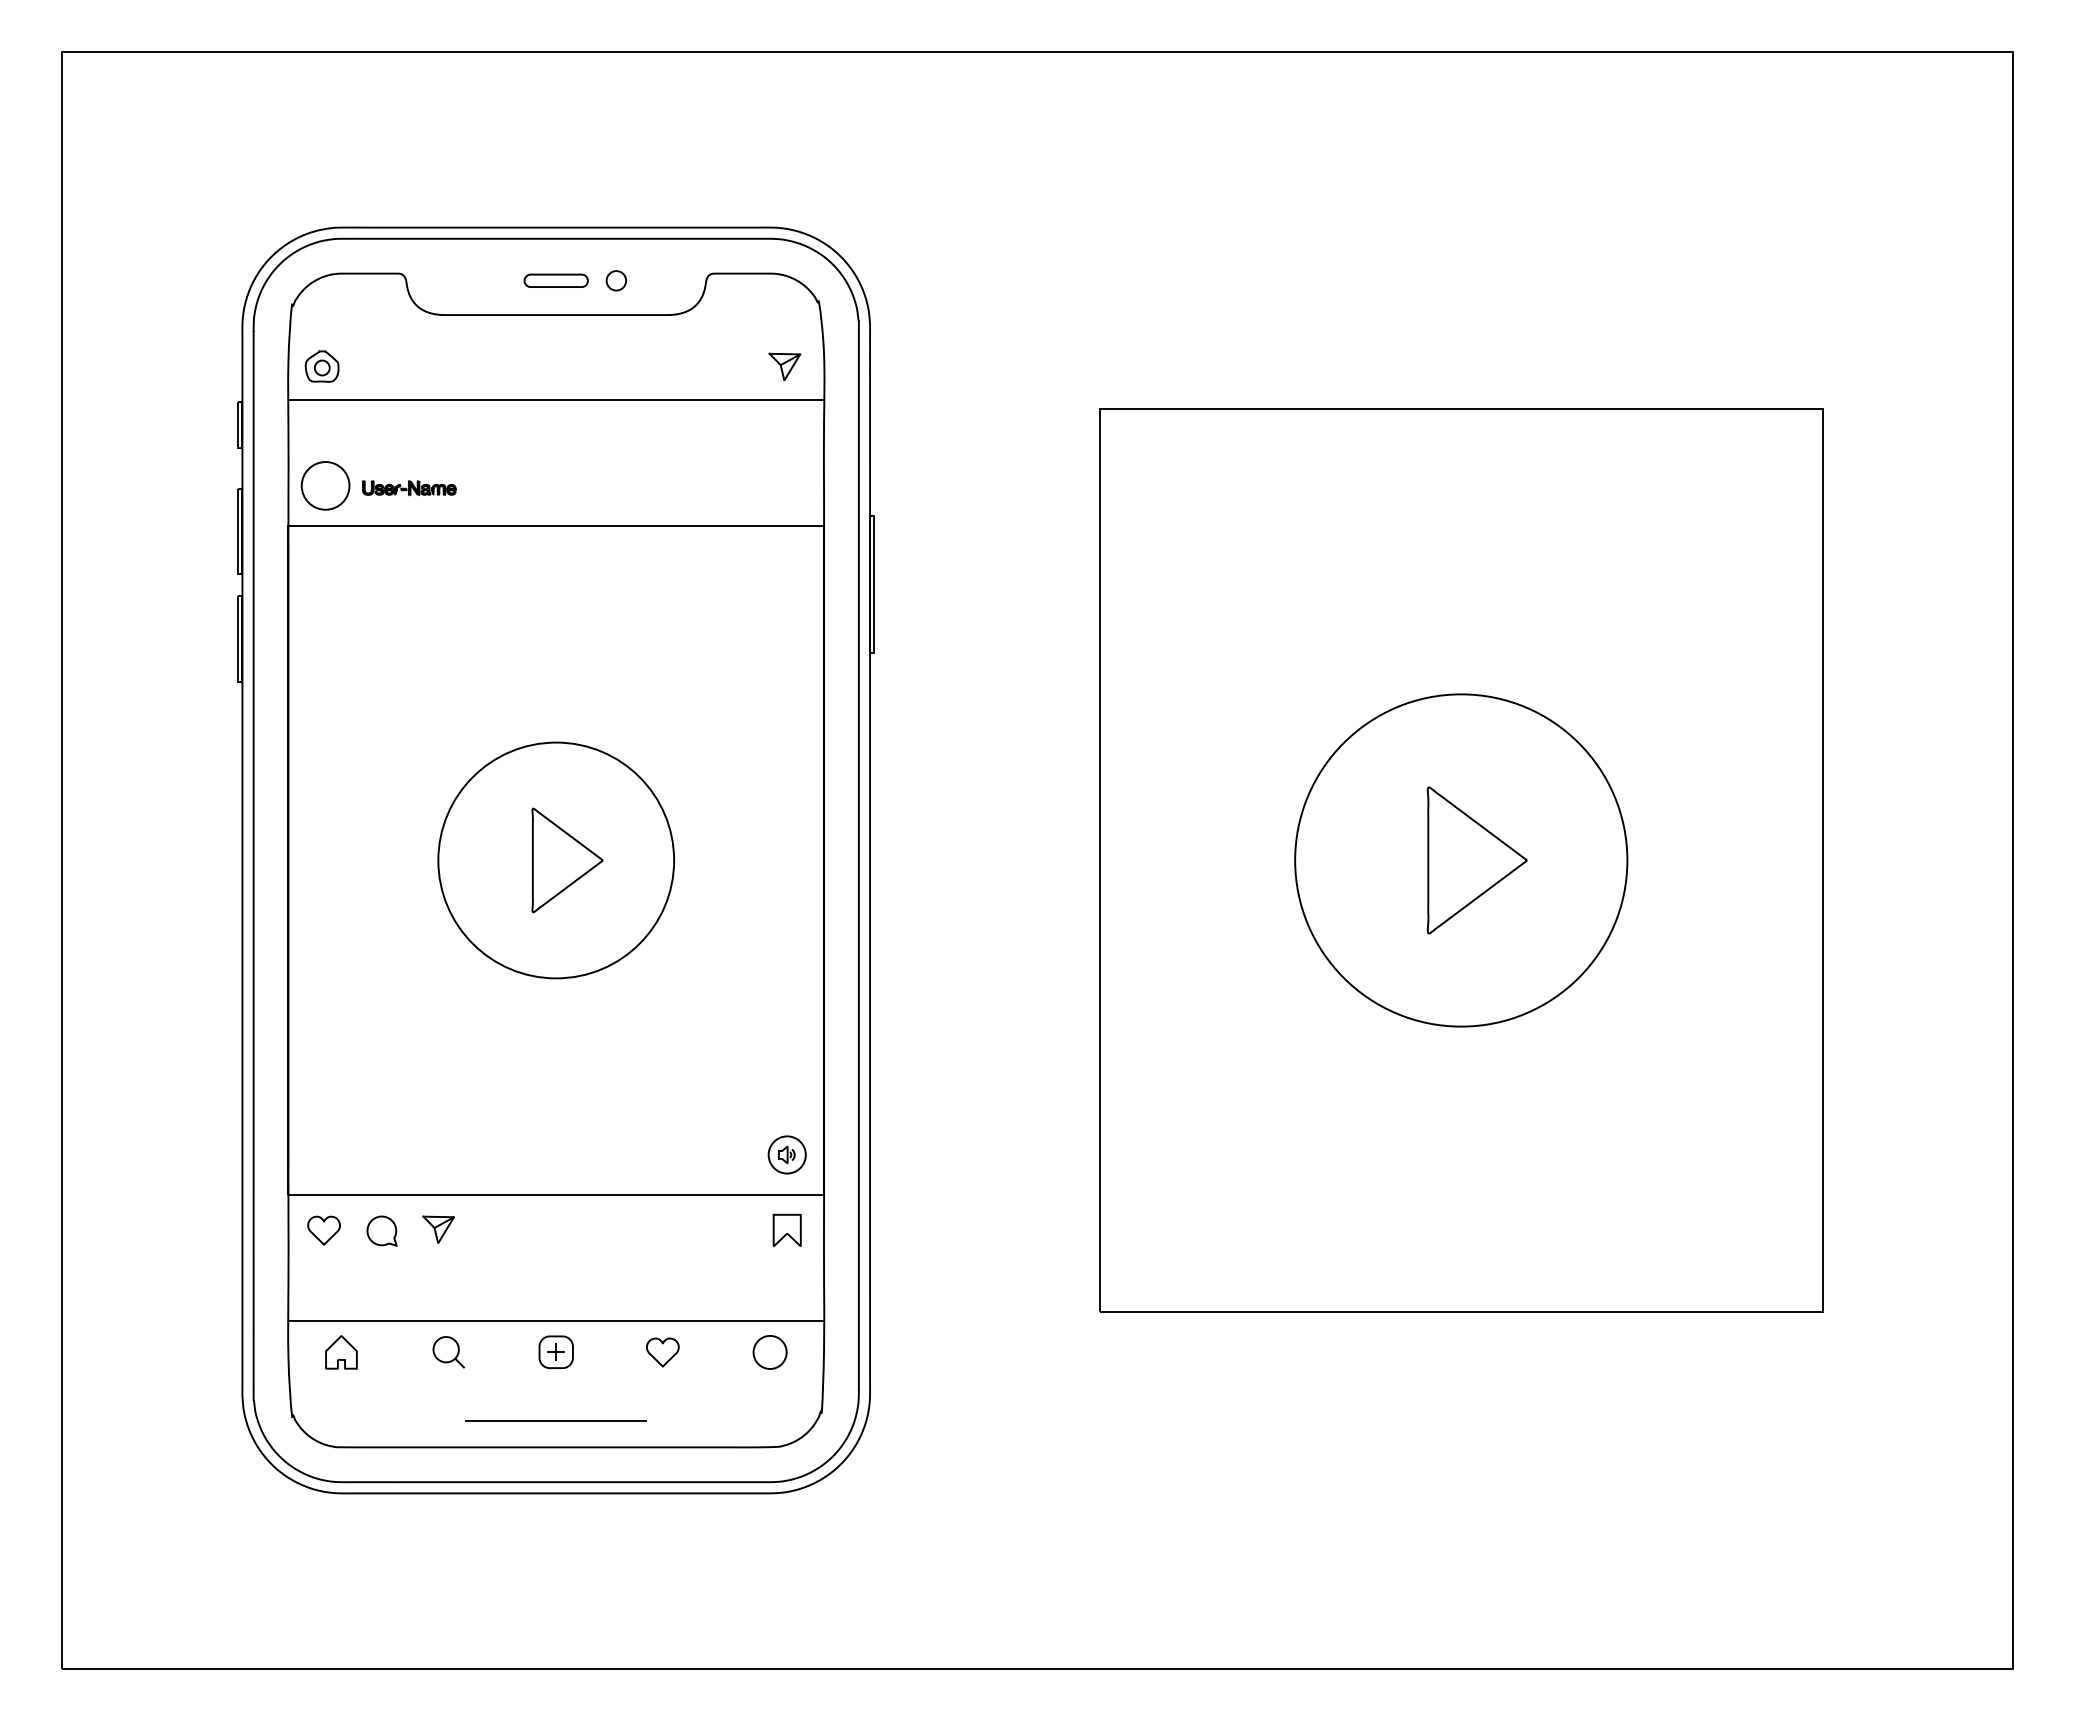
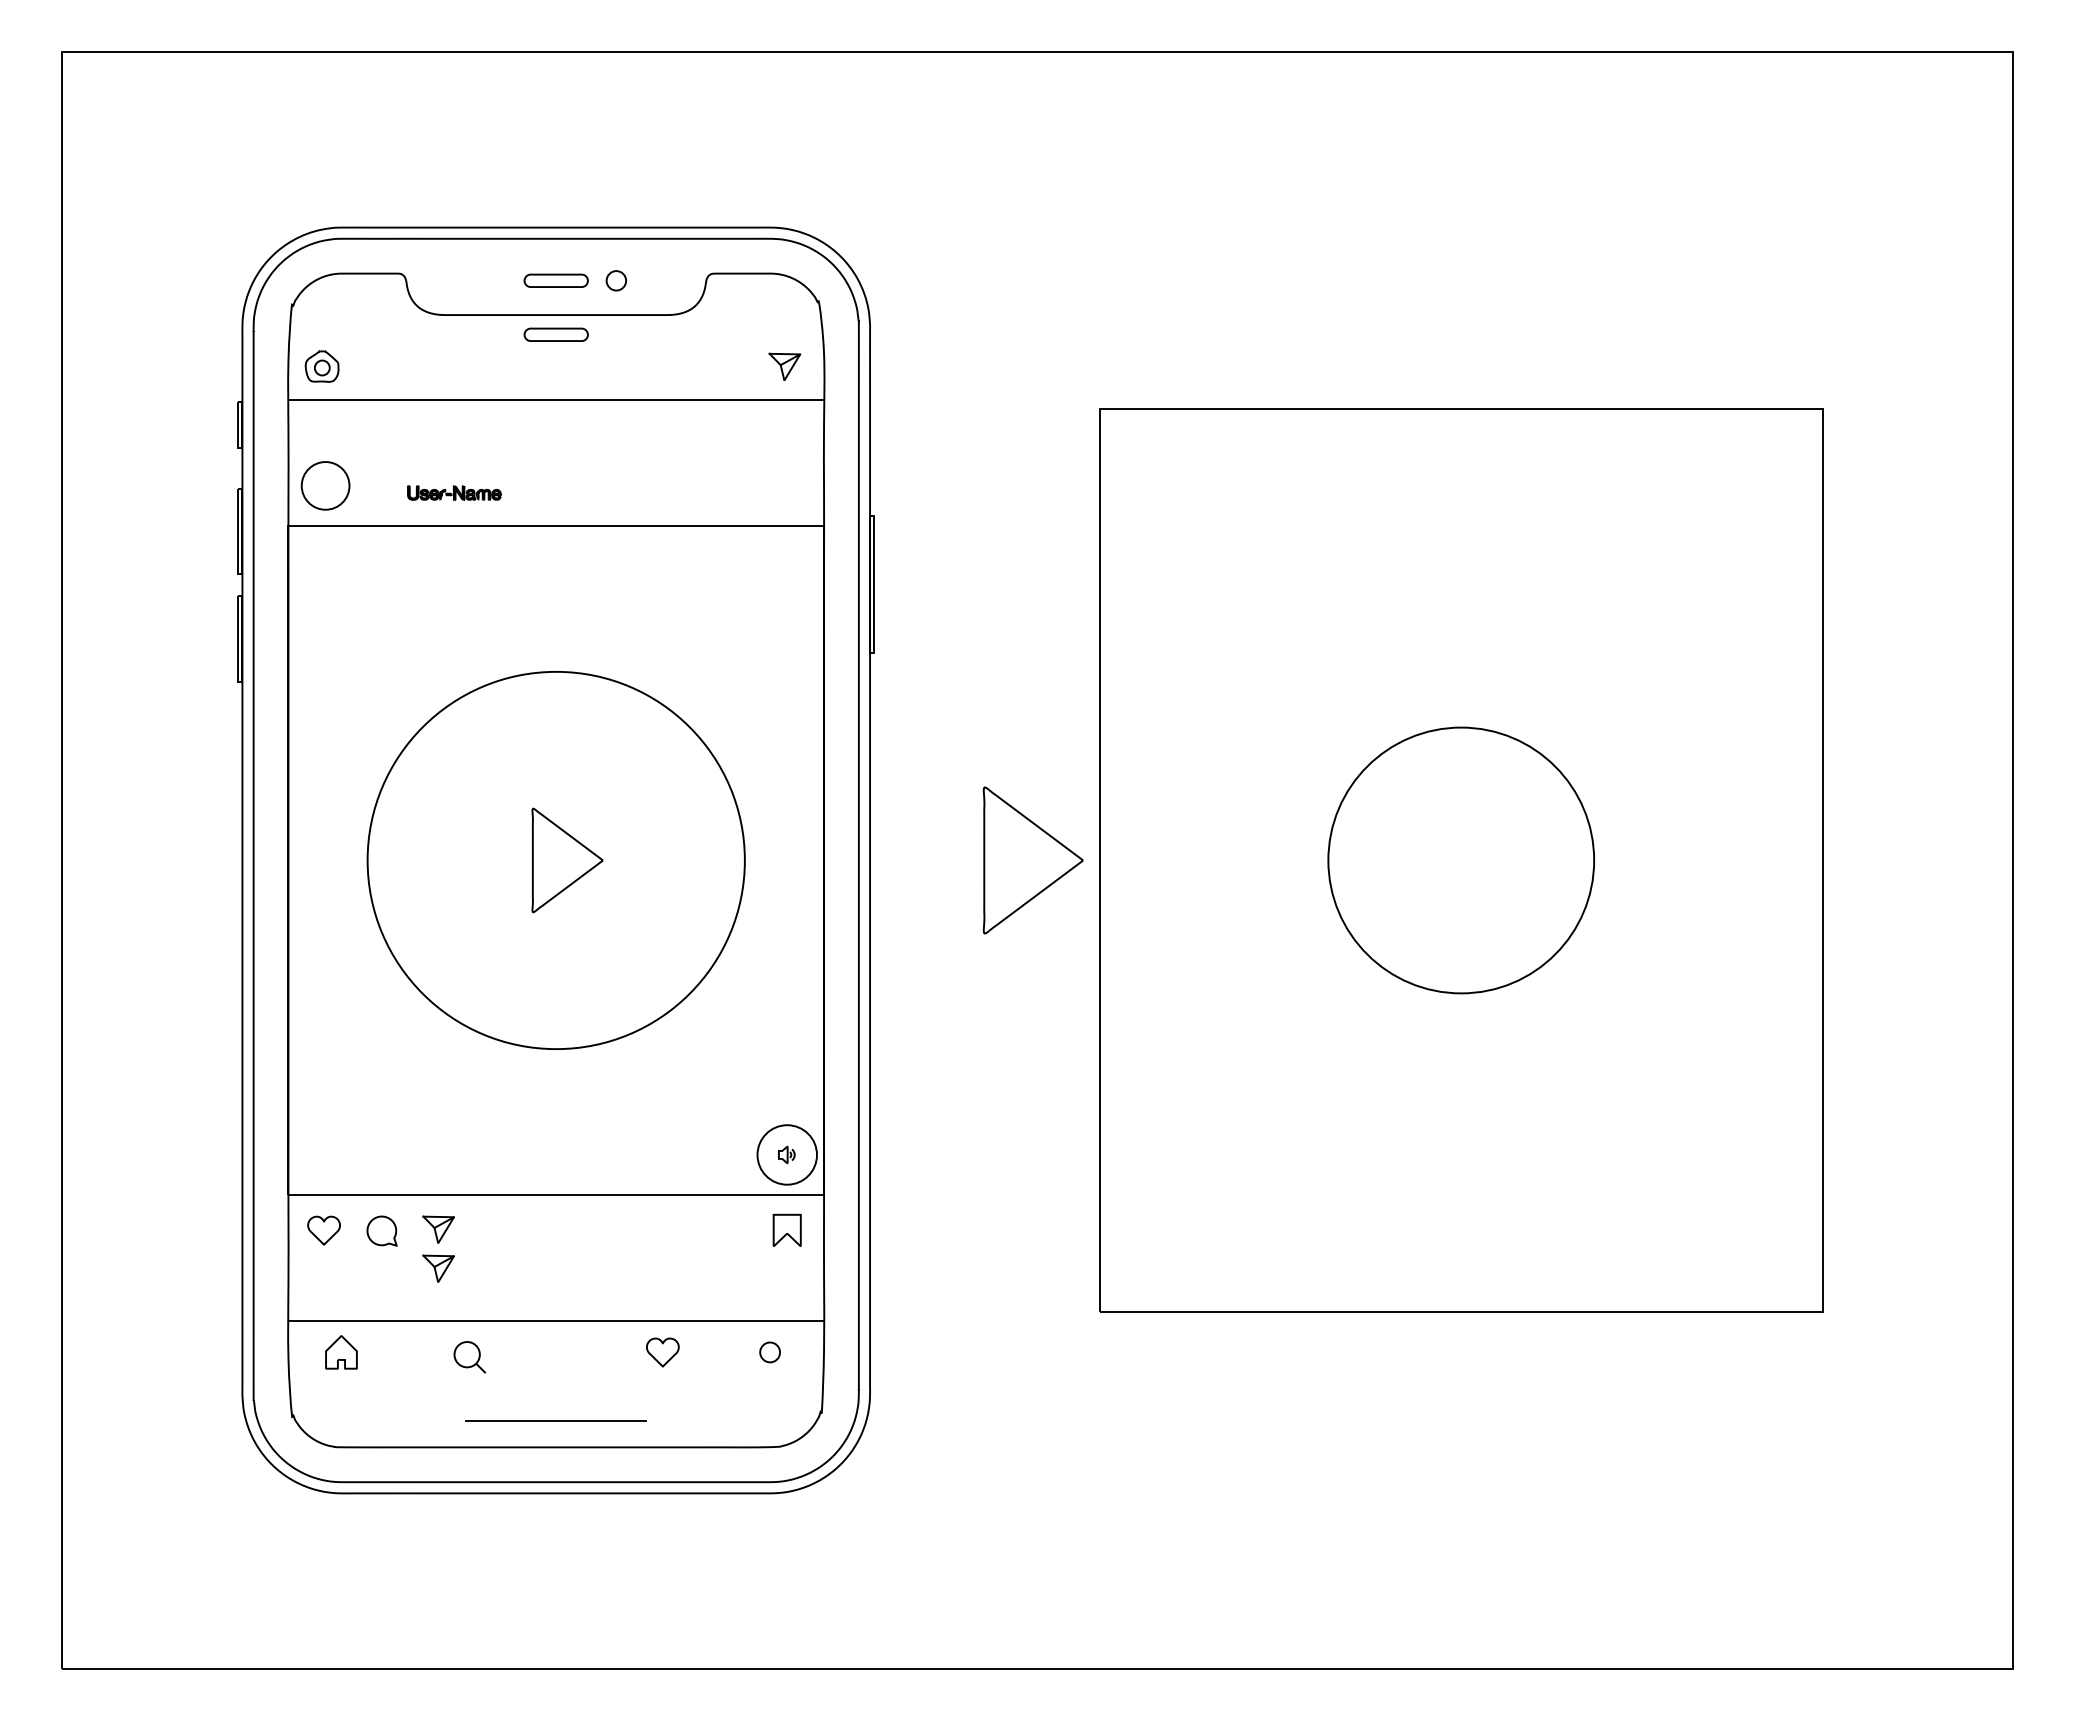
part at (555, 334): none -> present
part at (409, 488) position: (409, 488) -> (454, 493)
circle at (556, 860) diameter: 236 px -> 377 px
circle at (1461, 860) diameter: 332 px -> 266 px
part at (1476, 860) position: (1476, 860) -> (1032, 860)
circle at (786, 1154) diameter: 37 px -> 59 px
part at (438, 1268): none -> present
part at (555, 1351): present -> none
circle at (769, 1351) diameter: 33 px -> 20 px
part at (448, 1352) position: (448, 1352) -> (469, 1357)
